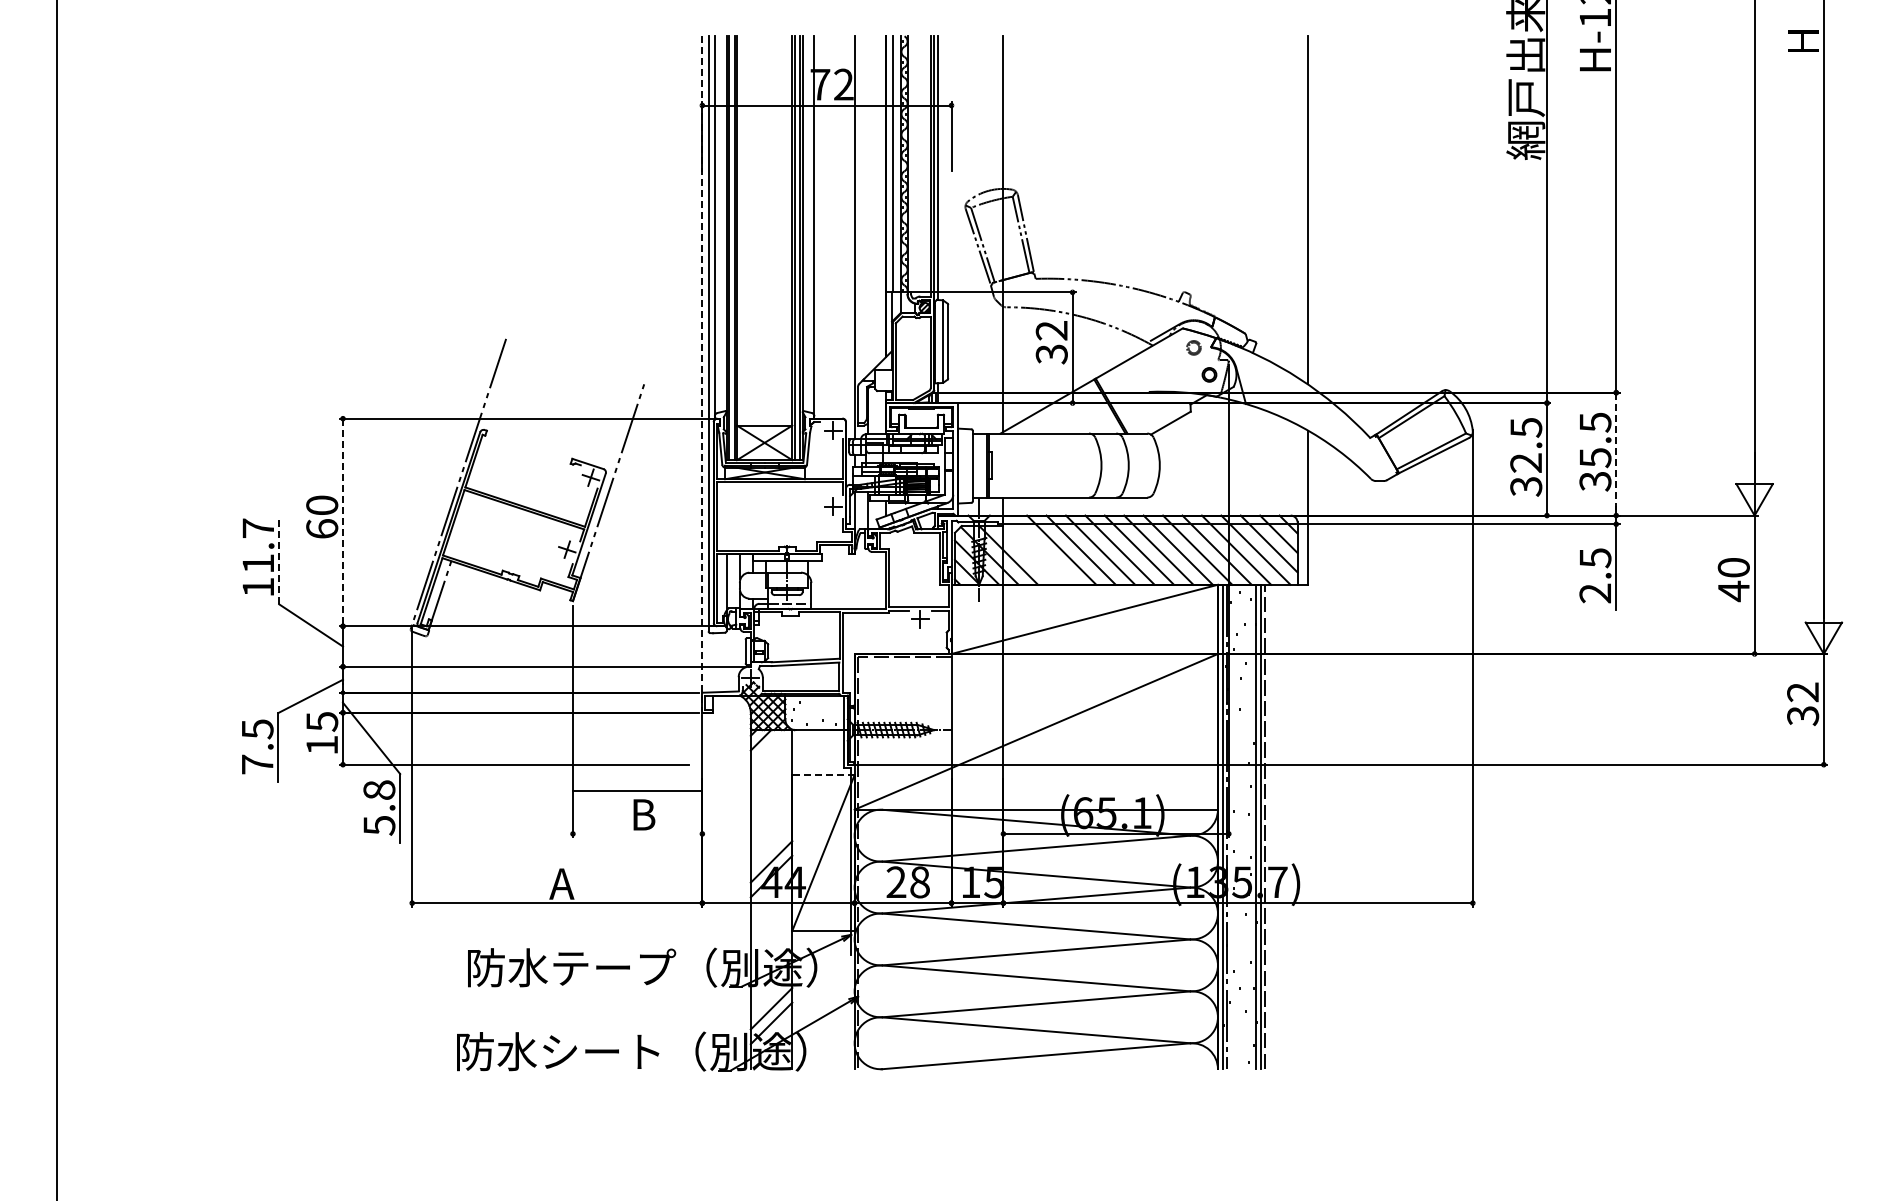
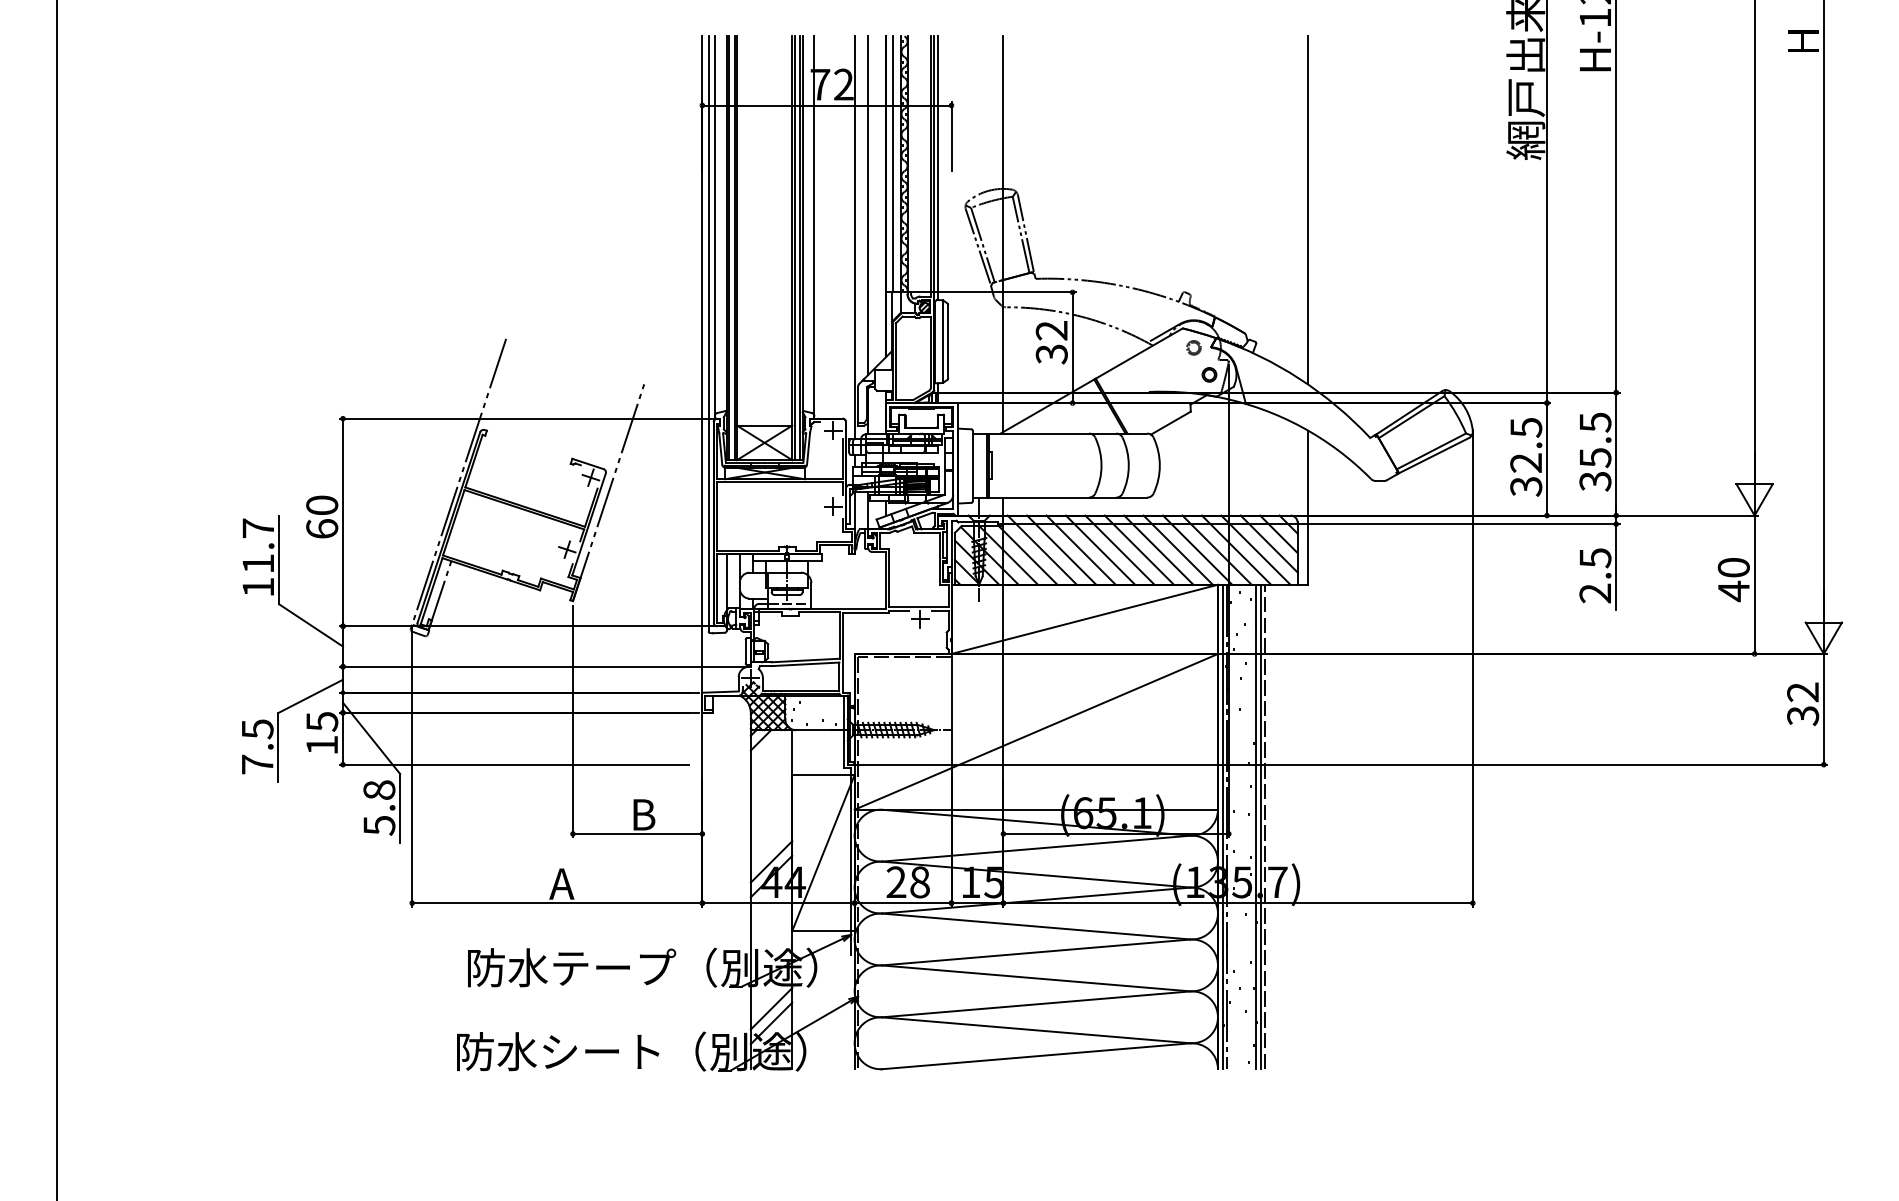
line at (868, 205): none -> present
line at (702, 375): dashed -> solid
line at (1616, 454): dashed -> solid
line at (343, 522): dashed -> solid
line at (1041, 549): none -> present
line at (1027, 554): none -> present
line at (279, 559): dashed -> solid
line at (822, 775): dashed -> solid
line at (637, 790) position: (637, 790) -> (637, 833)
